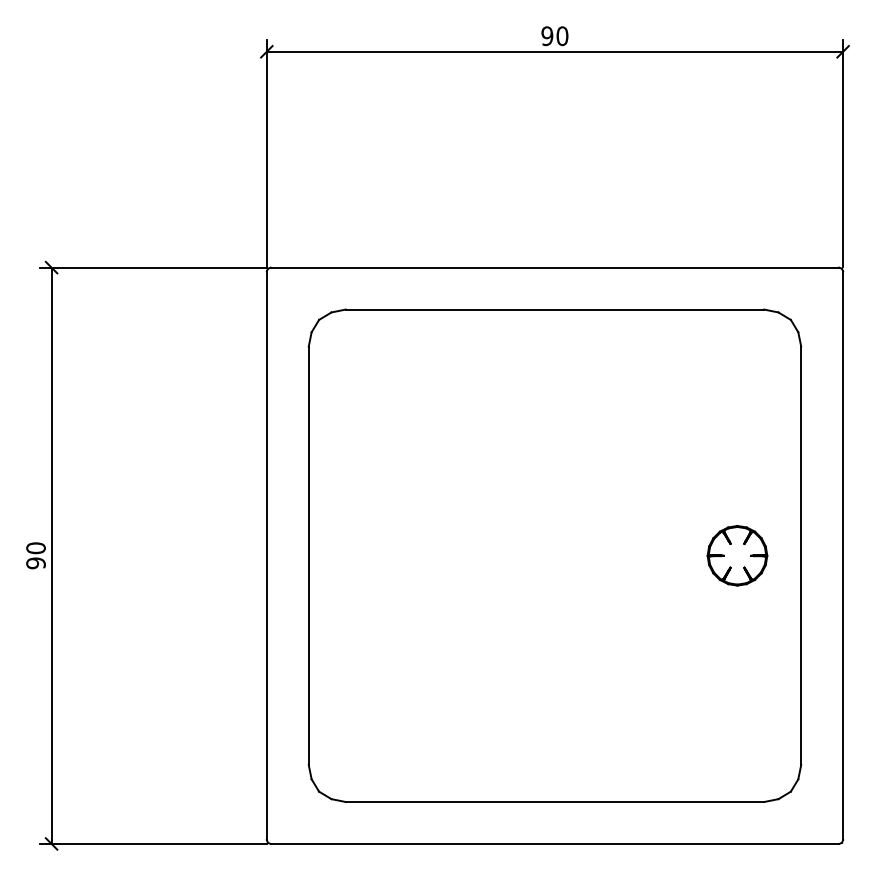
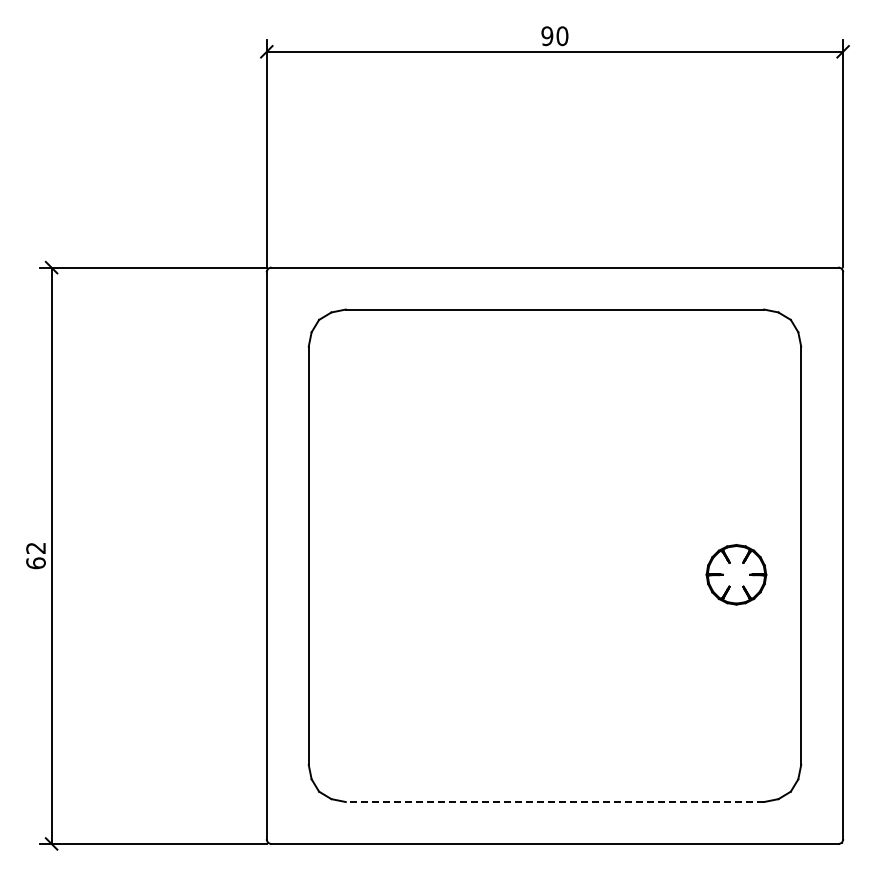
text at (35, 555): 90 -> 62
part at (737, 555) position: (737, 555) -> (736, 574)
line at (554, 802): solid -> dashed
